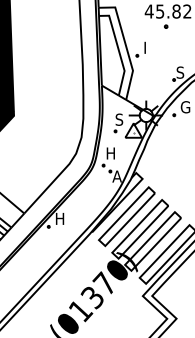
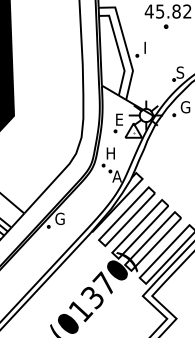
text at (119, 119): S -> E
text at (59, 218): H -> G
